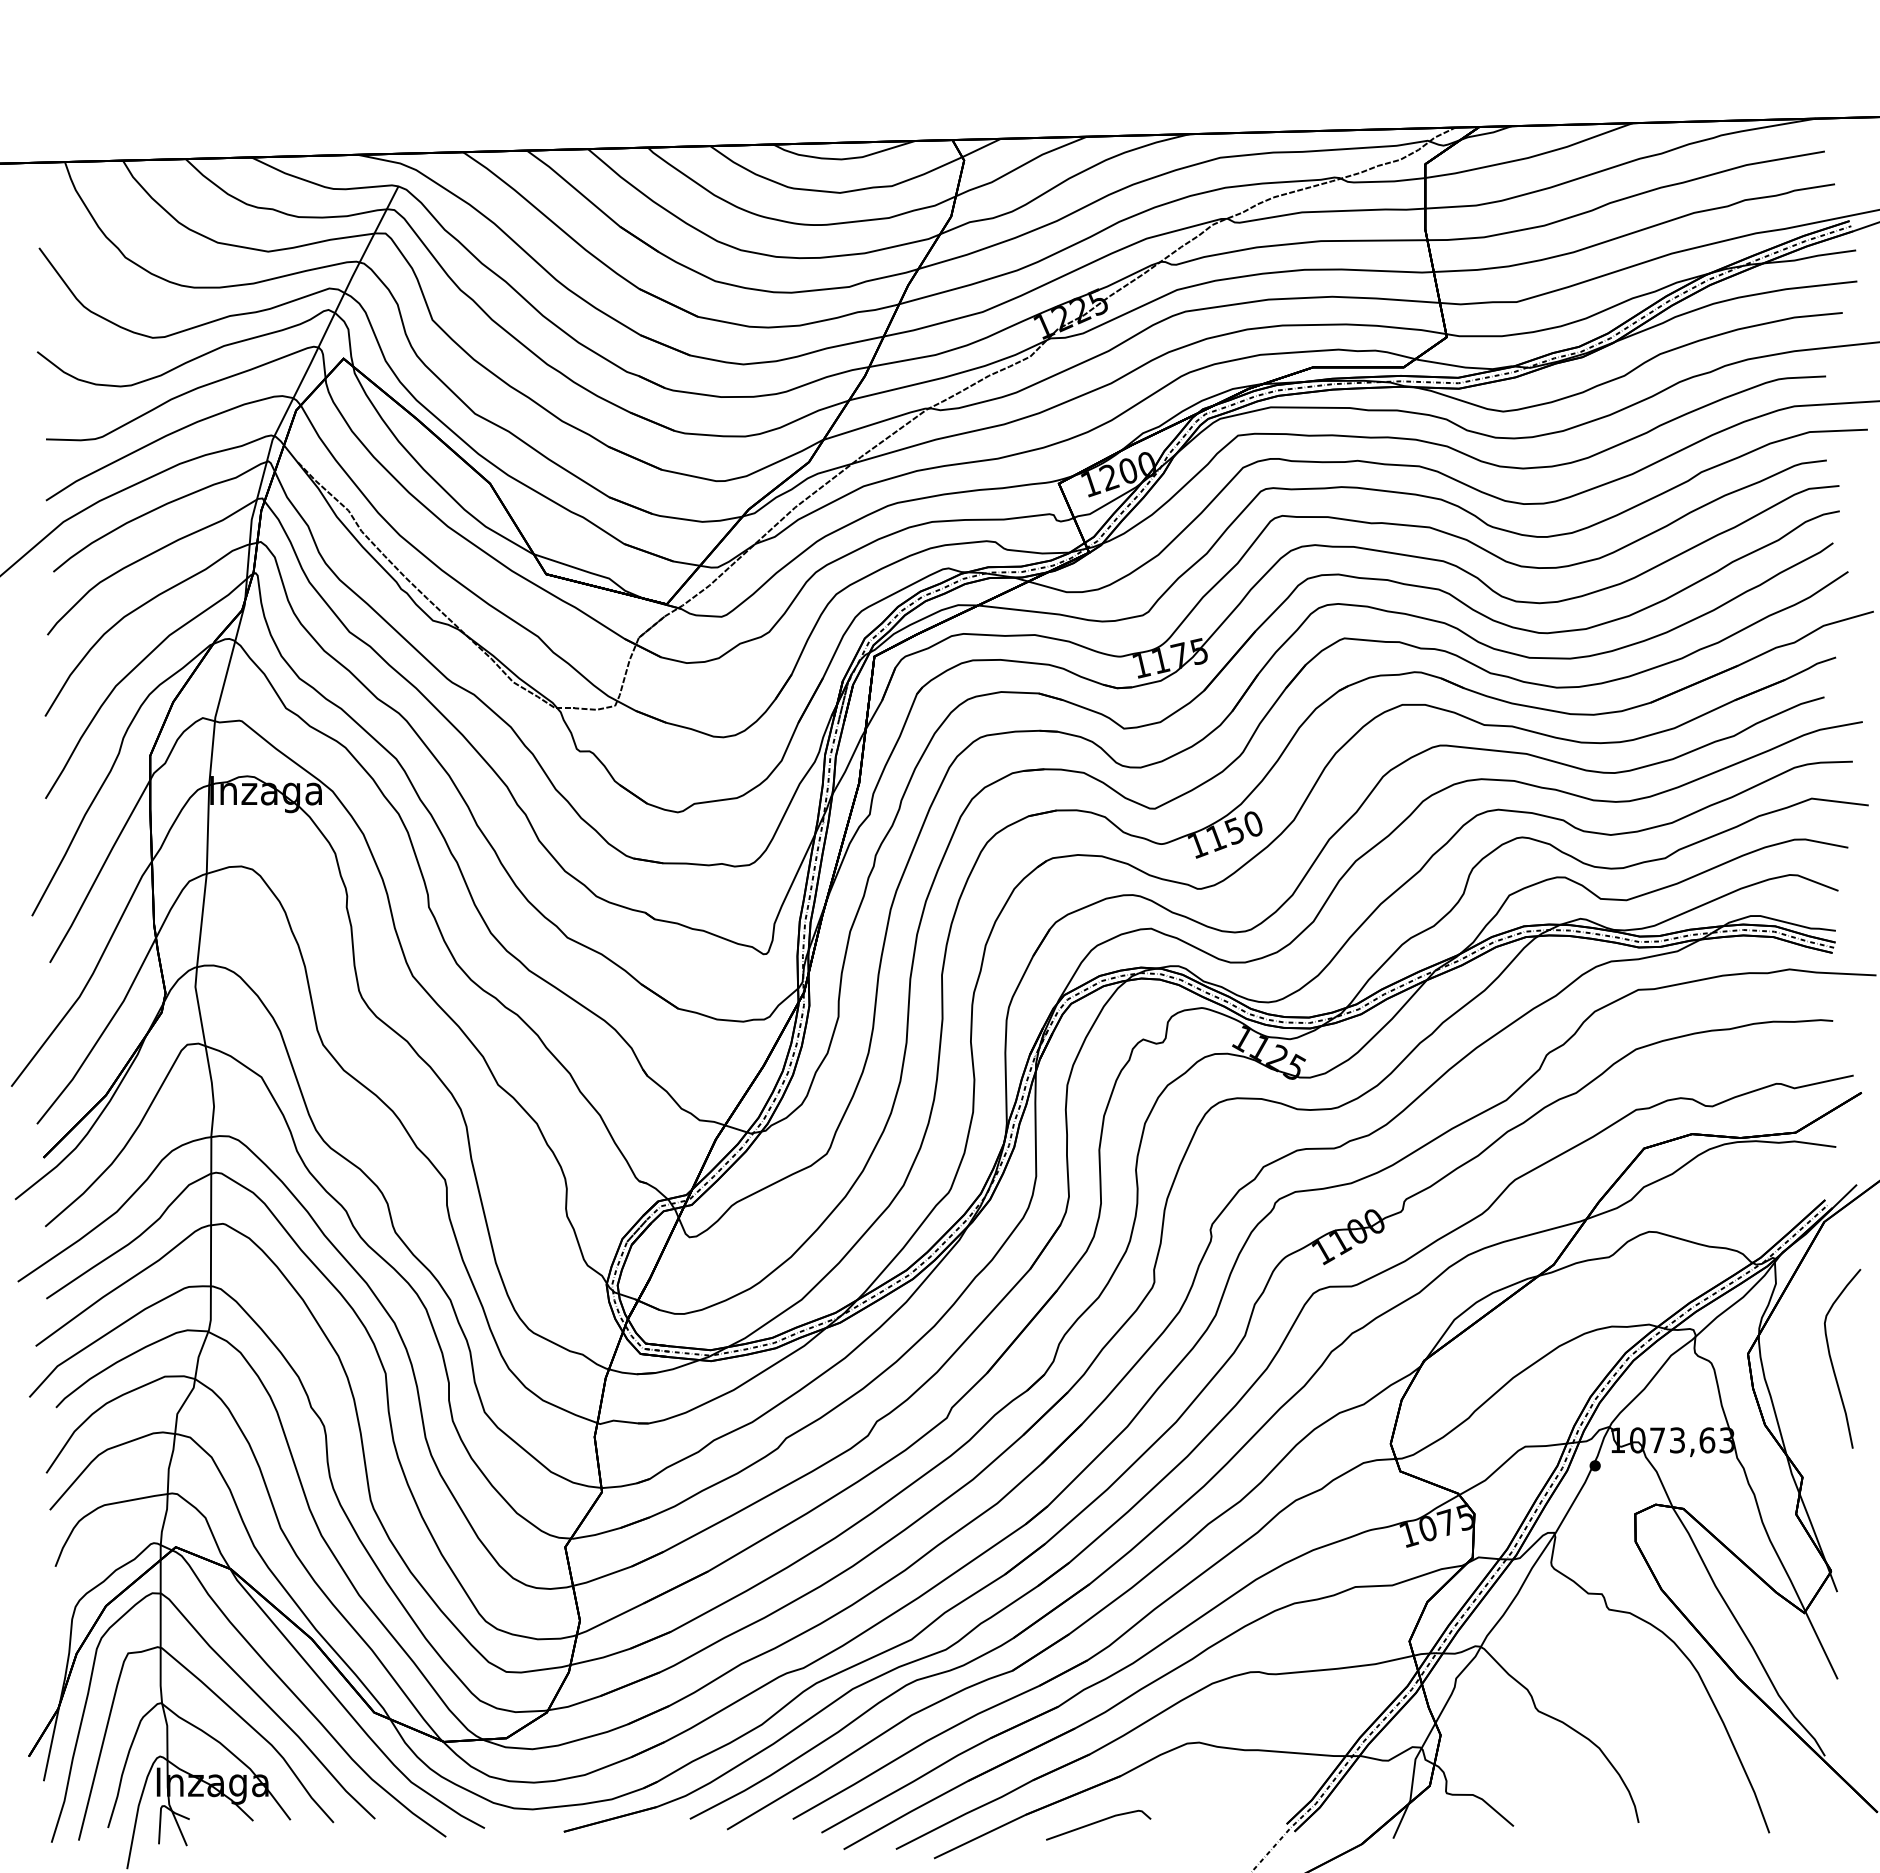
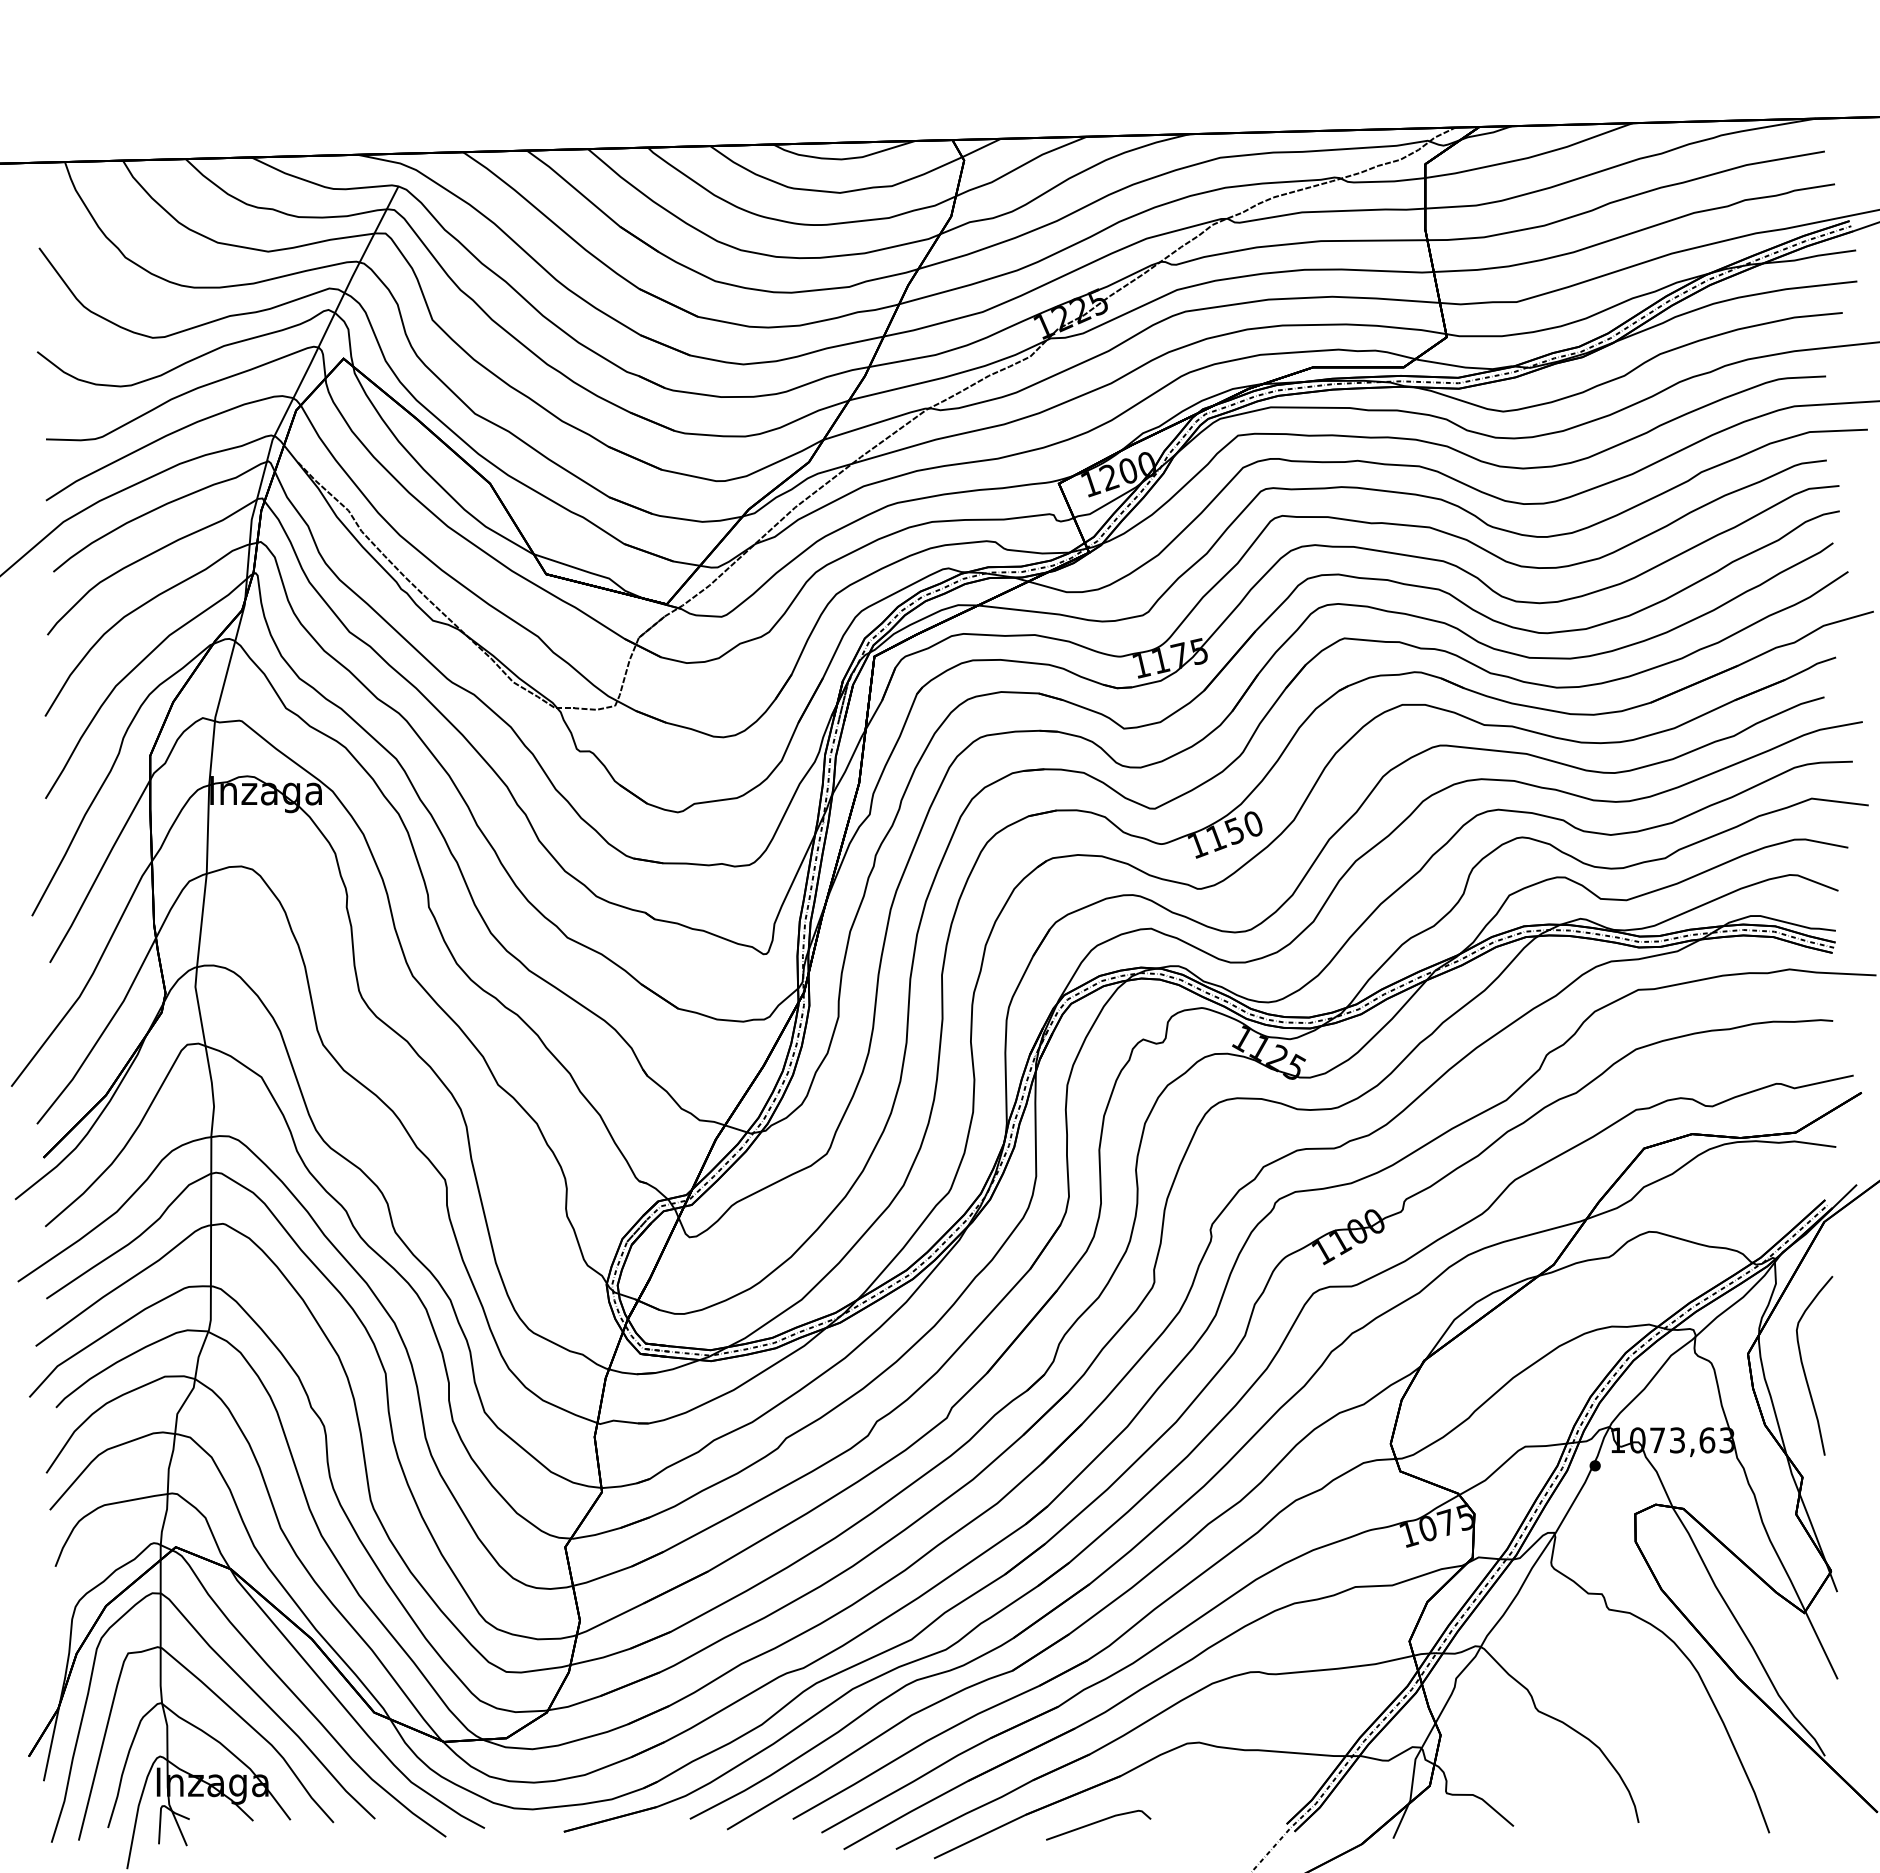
curve at (1832, 1361) position: (1832, 1361) -> (1804, 1368)
